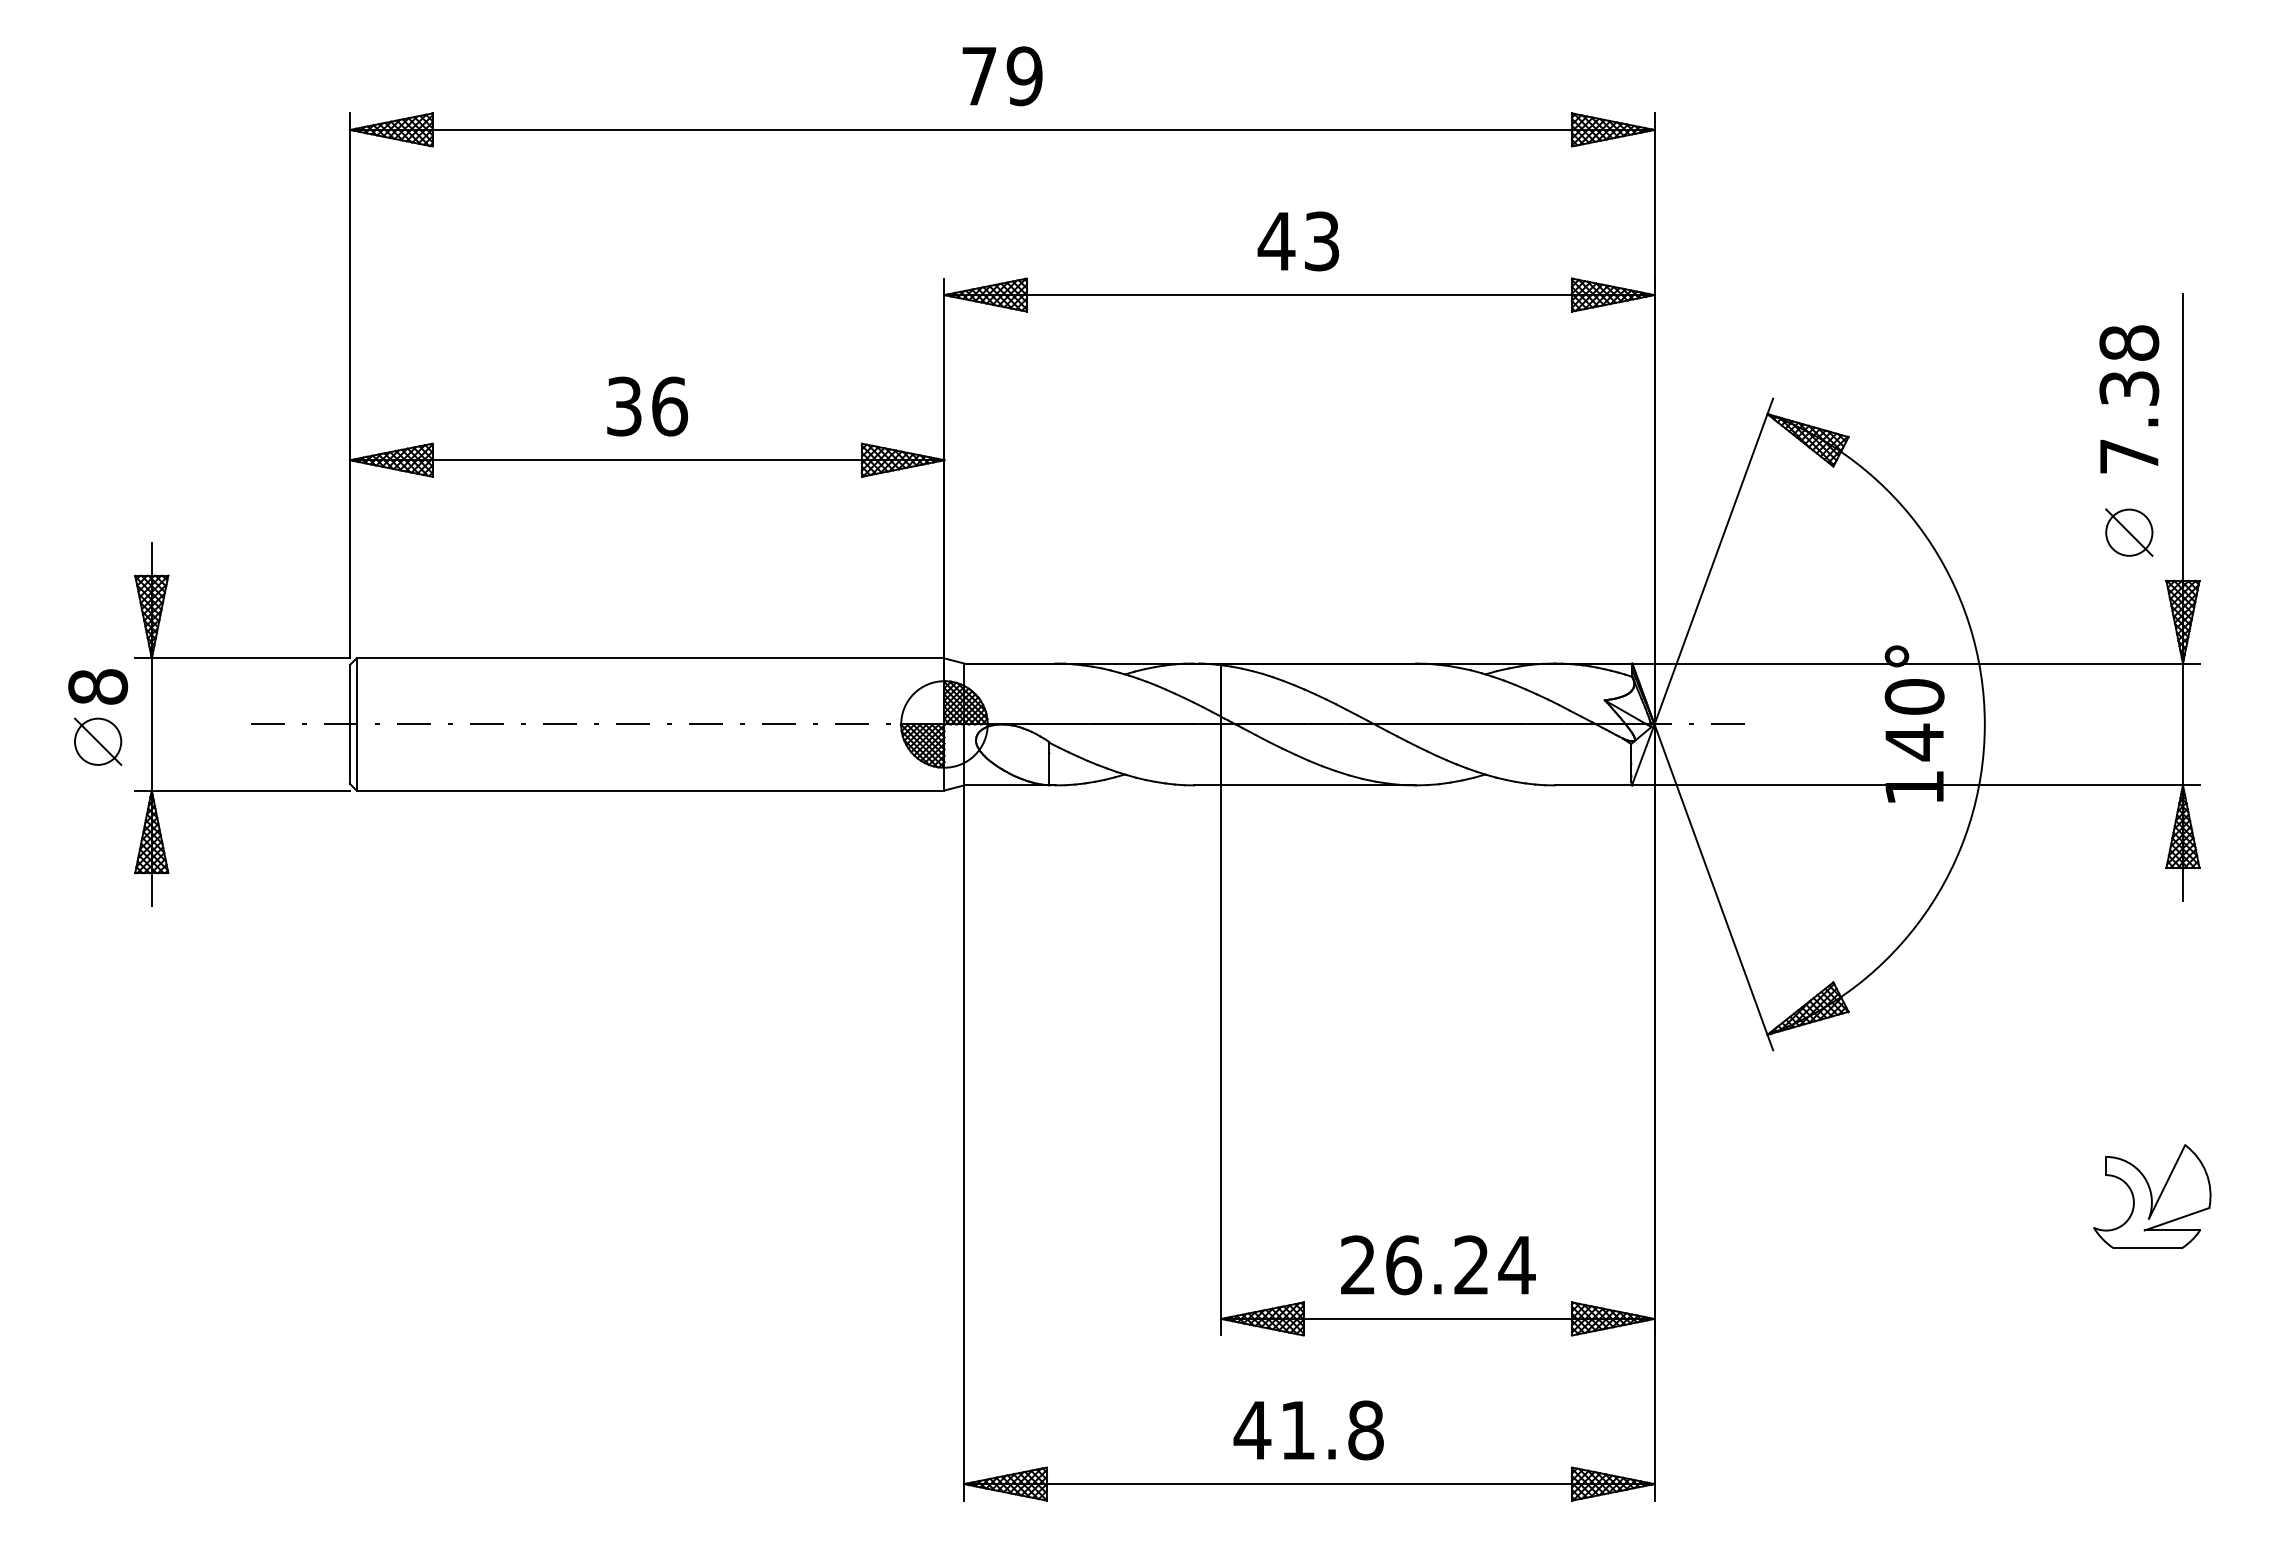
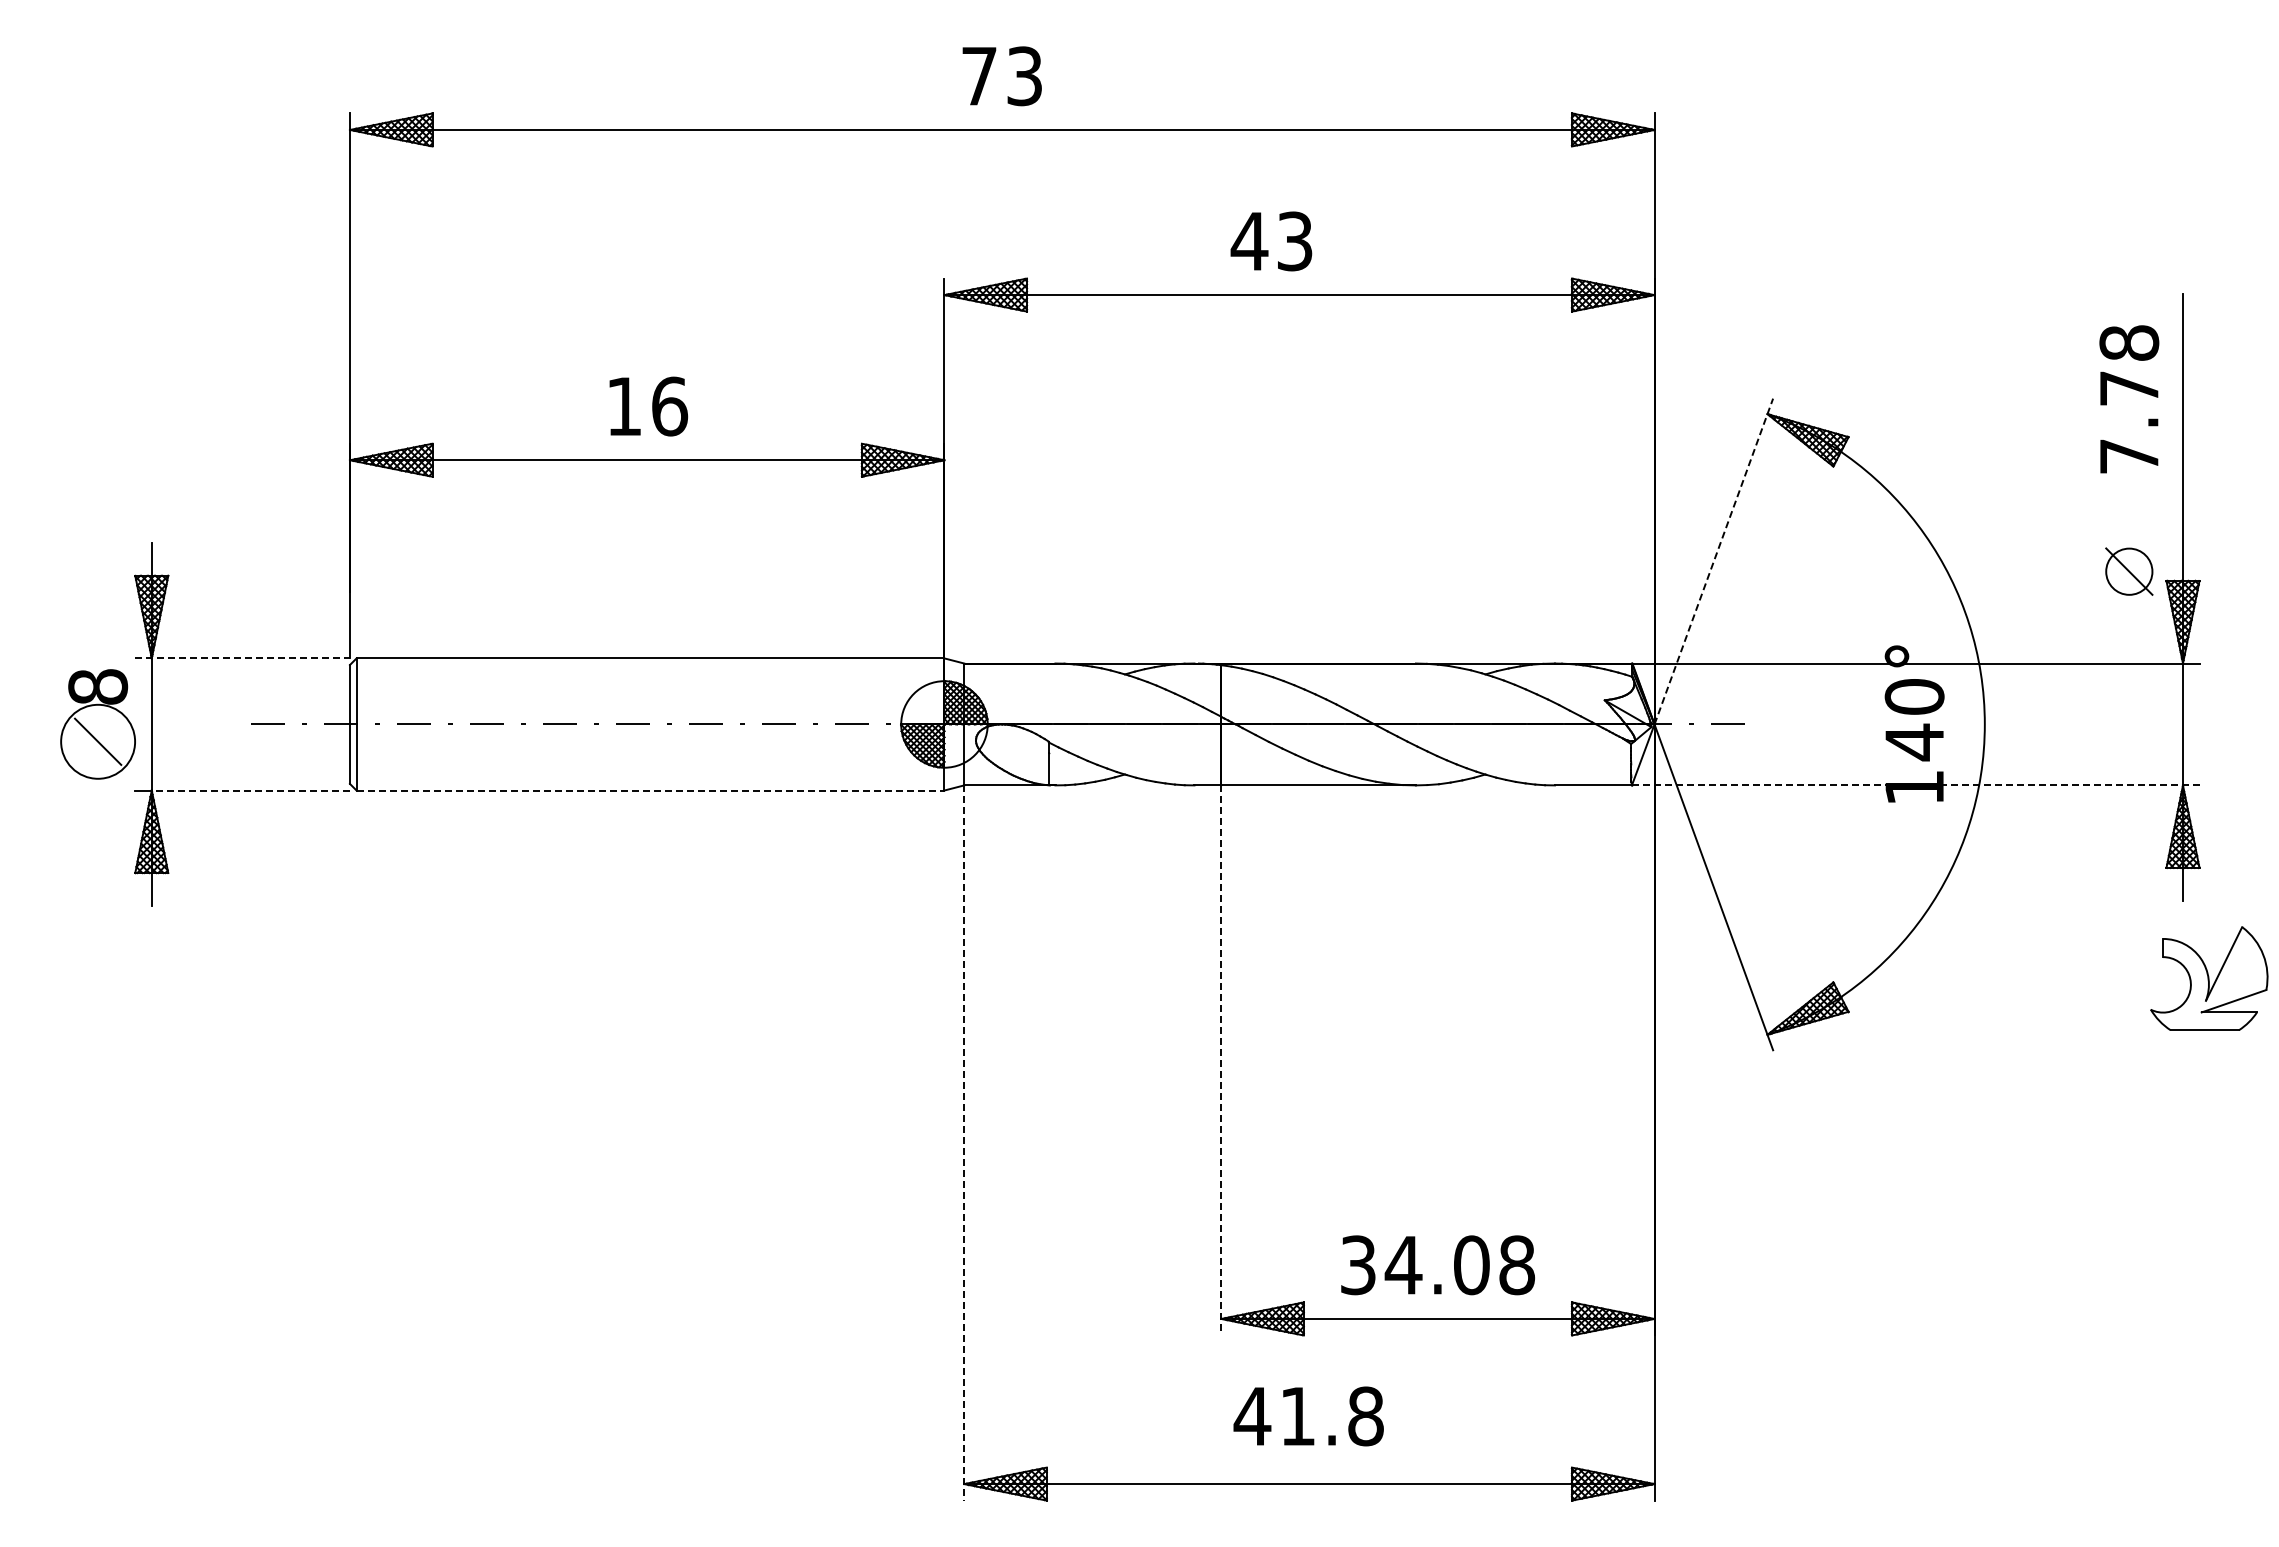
text at (1024, 76): 79 -> 73
text at (1298, 241) position: (1298, 241) -> (1271, 241)
text at (2129, 388): 7.38 -> 7.78
text at (624, 406): 36 -> 16
part at (2129, 532) position: (2129, 532) -> (2129, 571)
line at (1714, 561): solid -> dashed
line at (243, 658): solid -> dashed
circle at (98, 741) diameter: 46 px -> 74 px
line at (1915, 785): solid -> dashed
line at (250, 790): solid -> dashed
line at (650, 790): solid -> dashed
line at (1221, 1060): solid -> dashed
line at (964, 1143): solid -> dashed
part at (2152, 1196) position: (2152, 1196) -> (2209, 978)
text at (1438, 1265): 26.24 -> 34.08
text at (1308, 1430) position: (1308, 1430) -> (1308, 1416)
